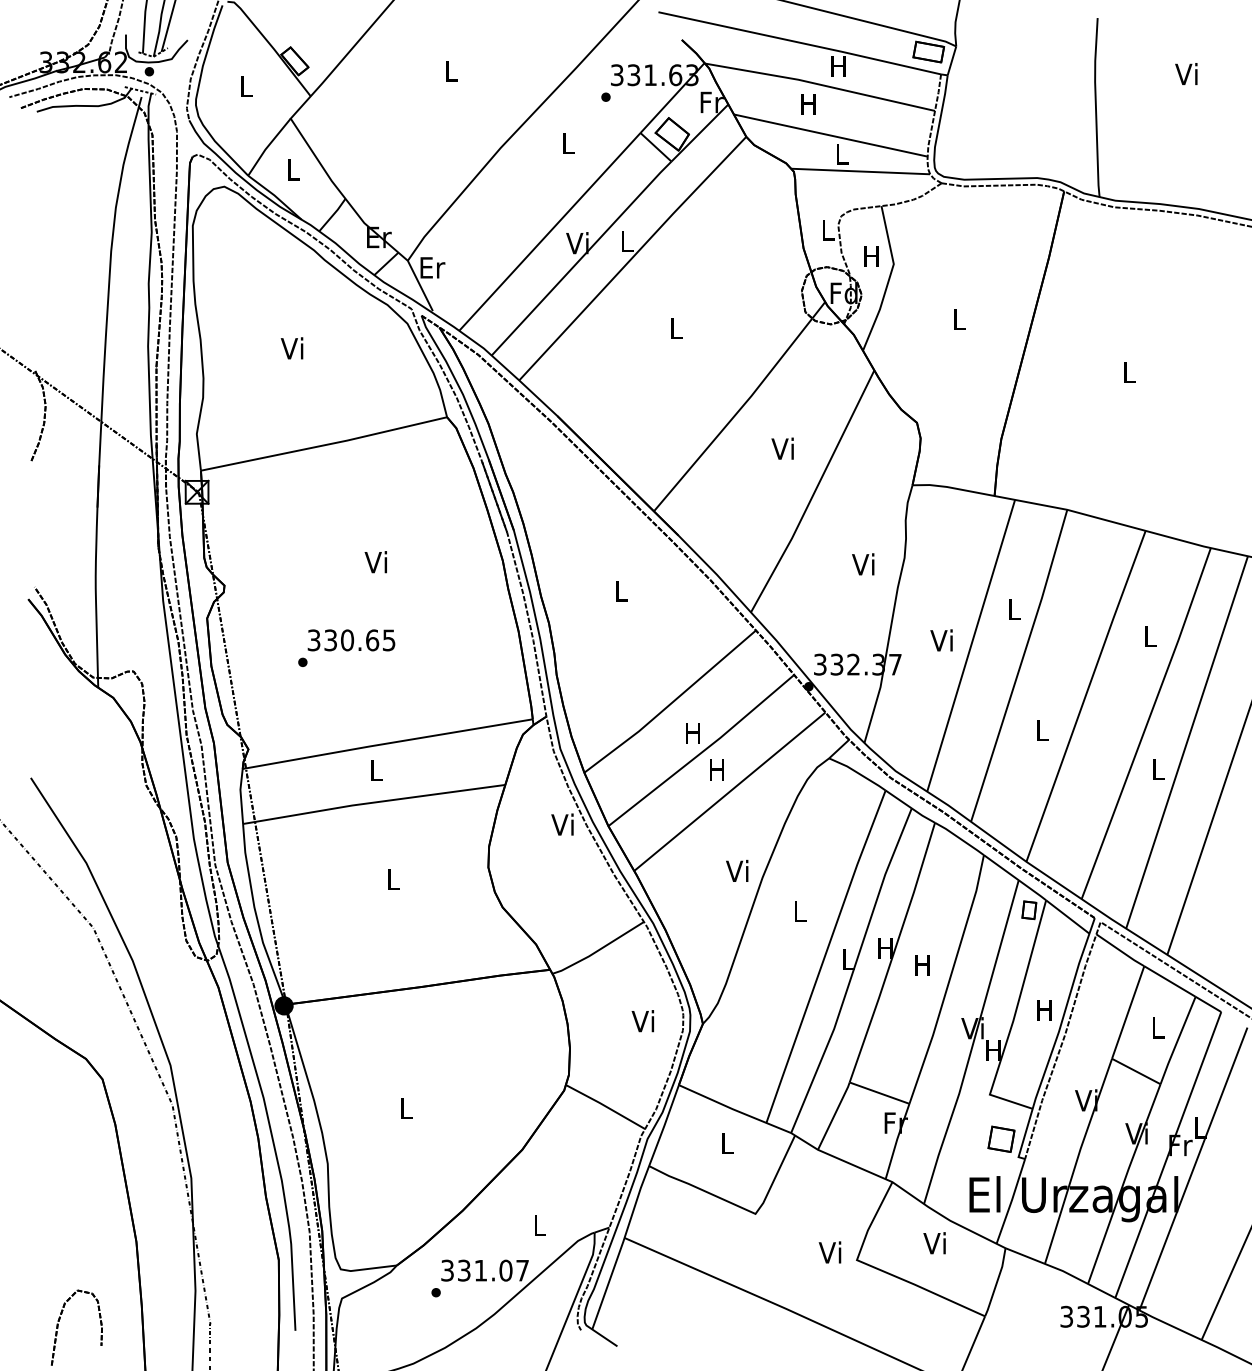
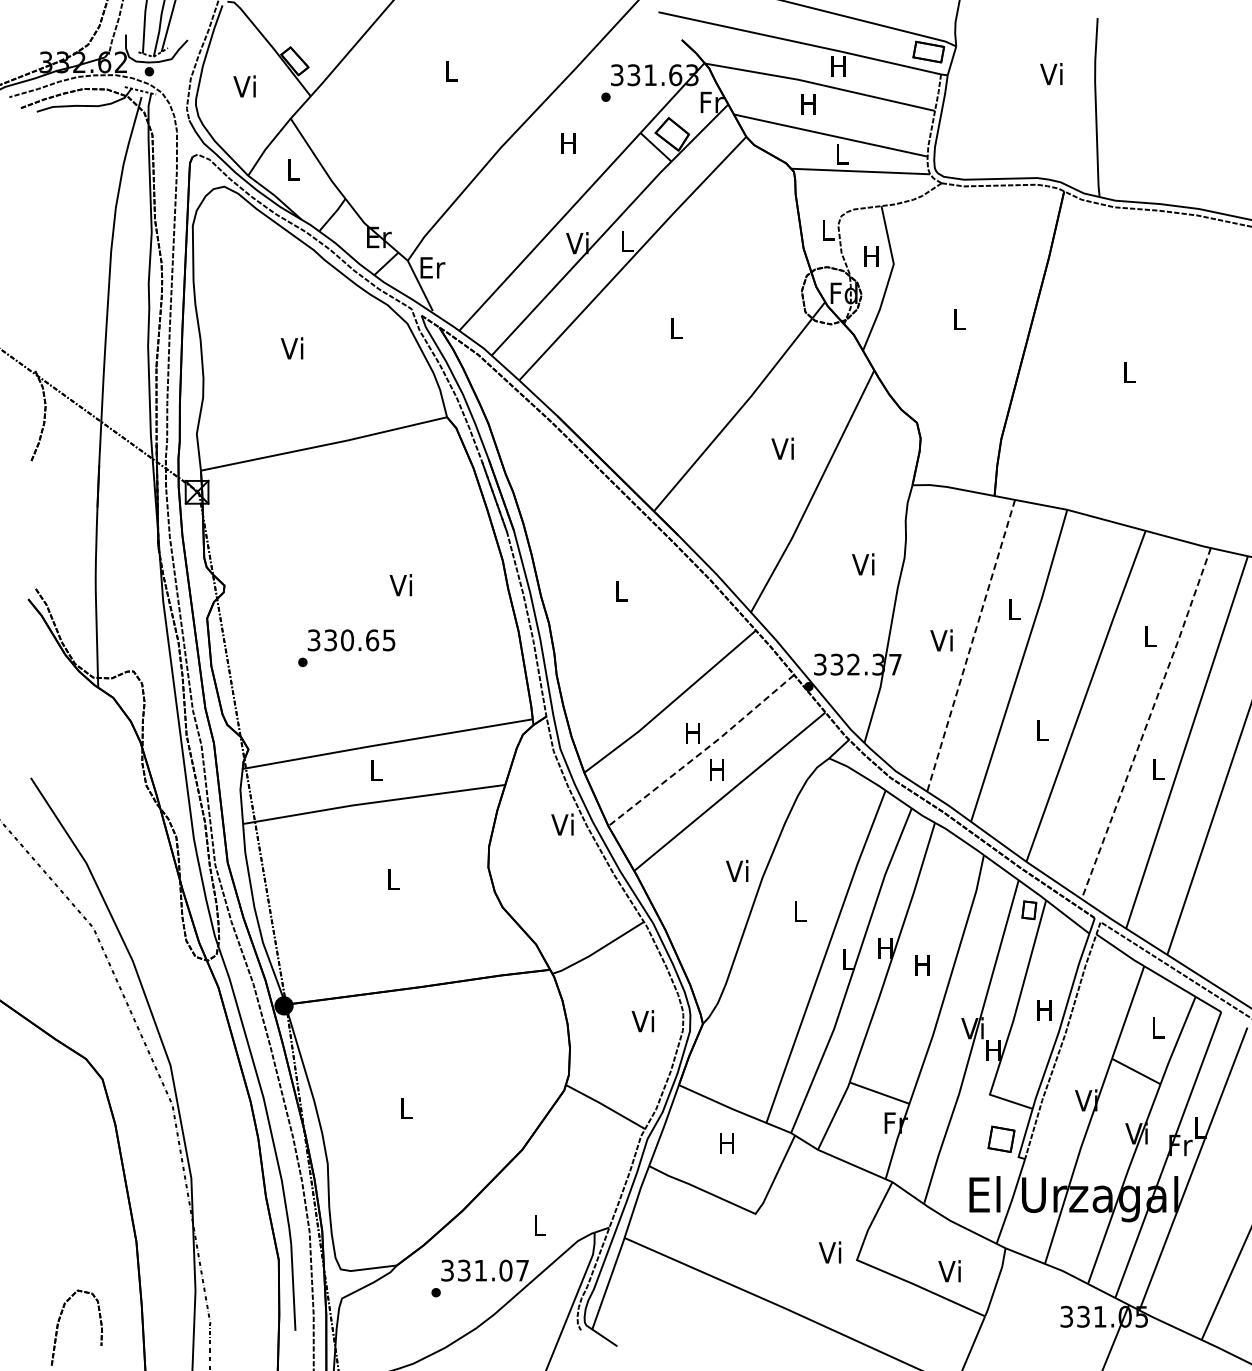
text at (1186, 73) position: (1186, 73) -> (1051, 73)
text at (244, 86): L -> Vi
text at (568, 143): L -> H
text at (375, 562) position: (375, 562) -> (400, 585)
line at (971, 646): solid -> dashed
line at (1147, 723): solid -> dashed
line at (703, 751): solid -> dashed
text at (726, 1143): L -> H
text at (934, 1243) position: (934, 1243) -> (949, 1271)
